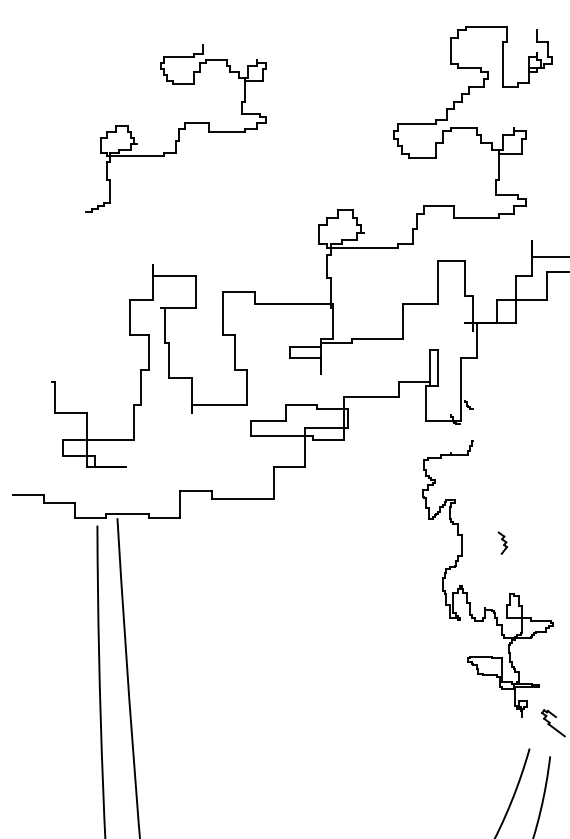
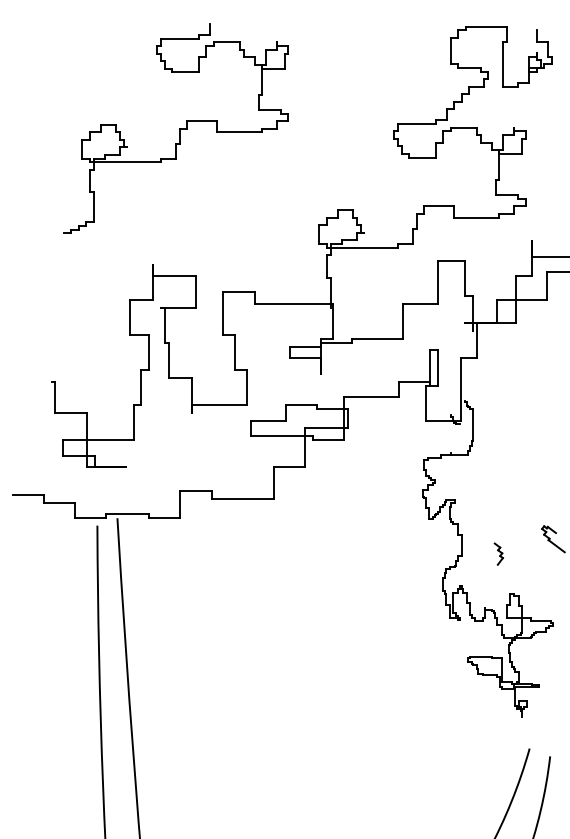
part at (175, 128) size: 182x169 px -> 226x211 px
line at (473, 425): none -> present
part at (502, 542) position: (502, 542) -> (498, 553)
part at (553, 723) position: (553, 723) -> (553, 539)
